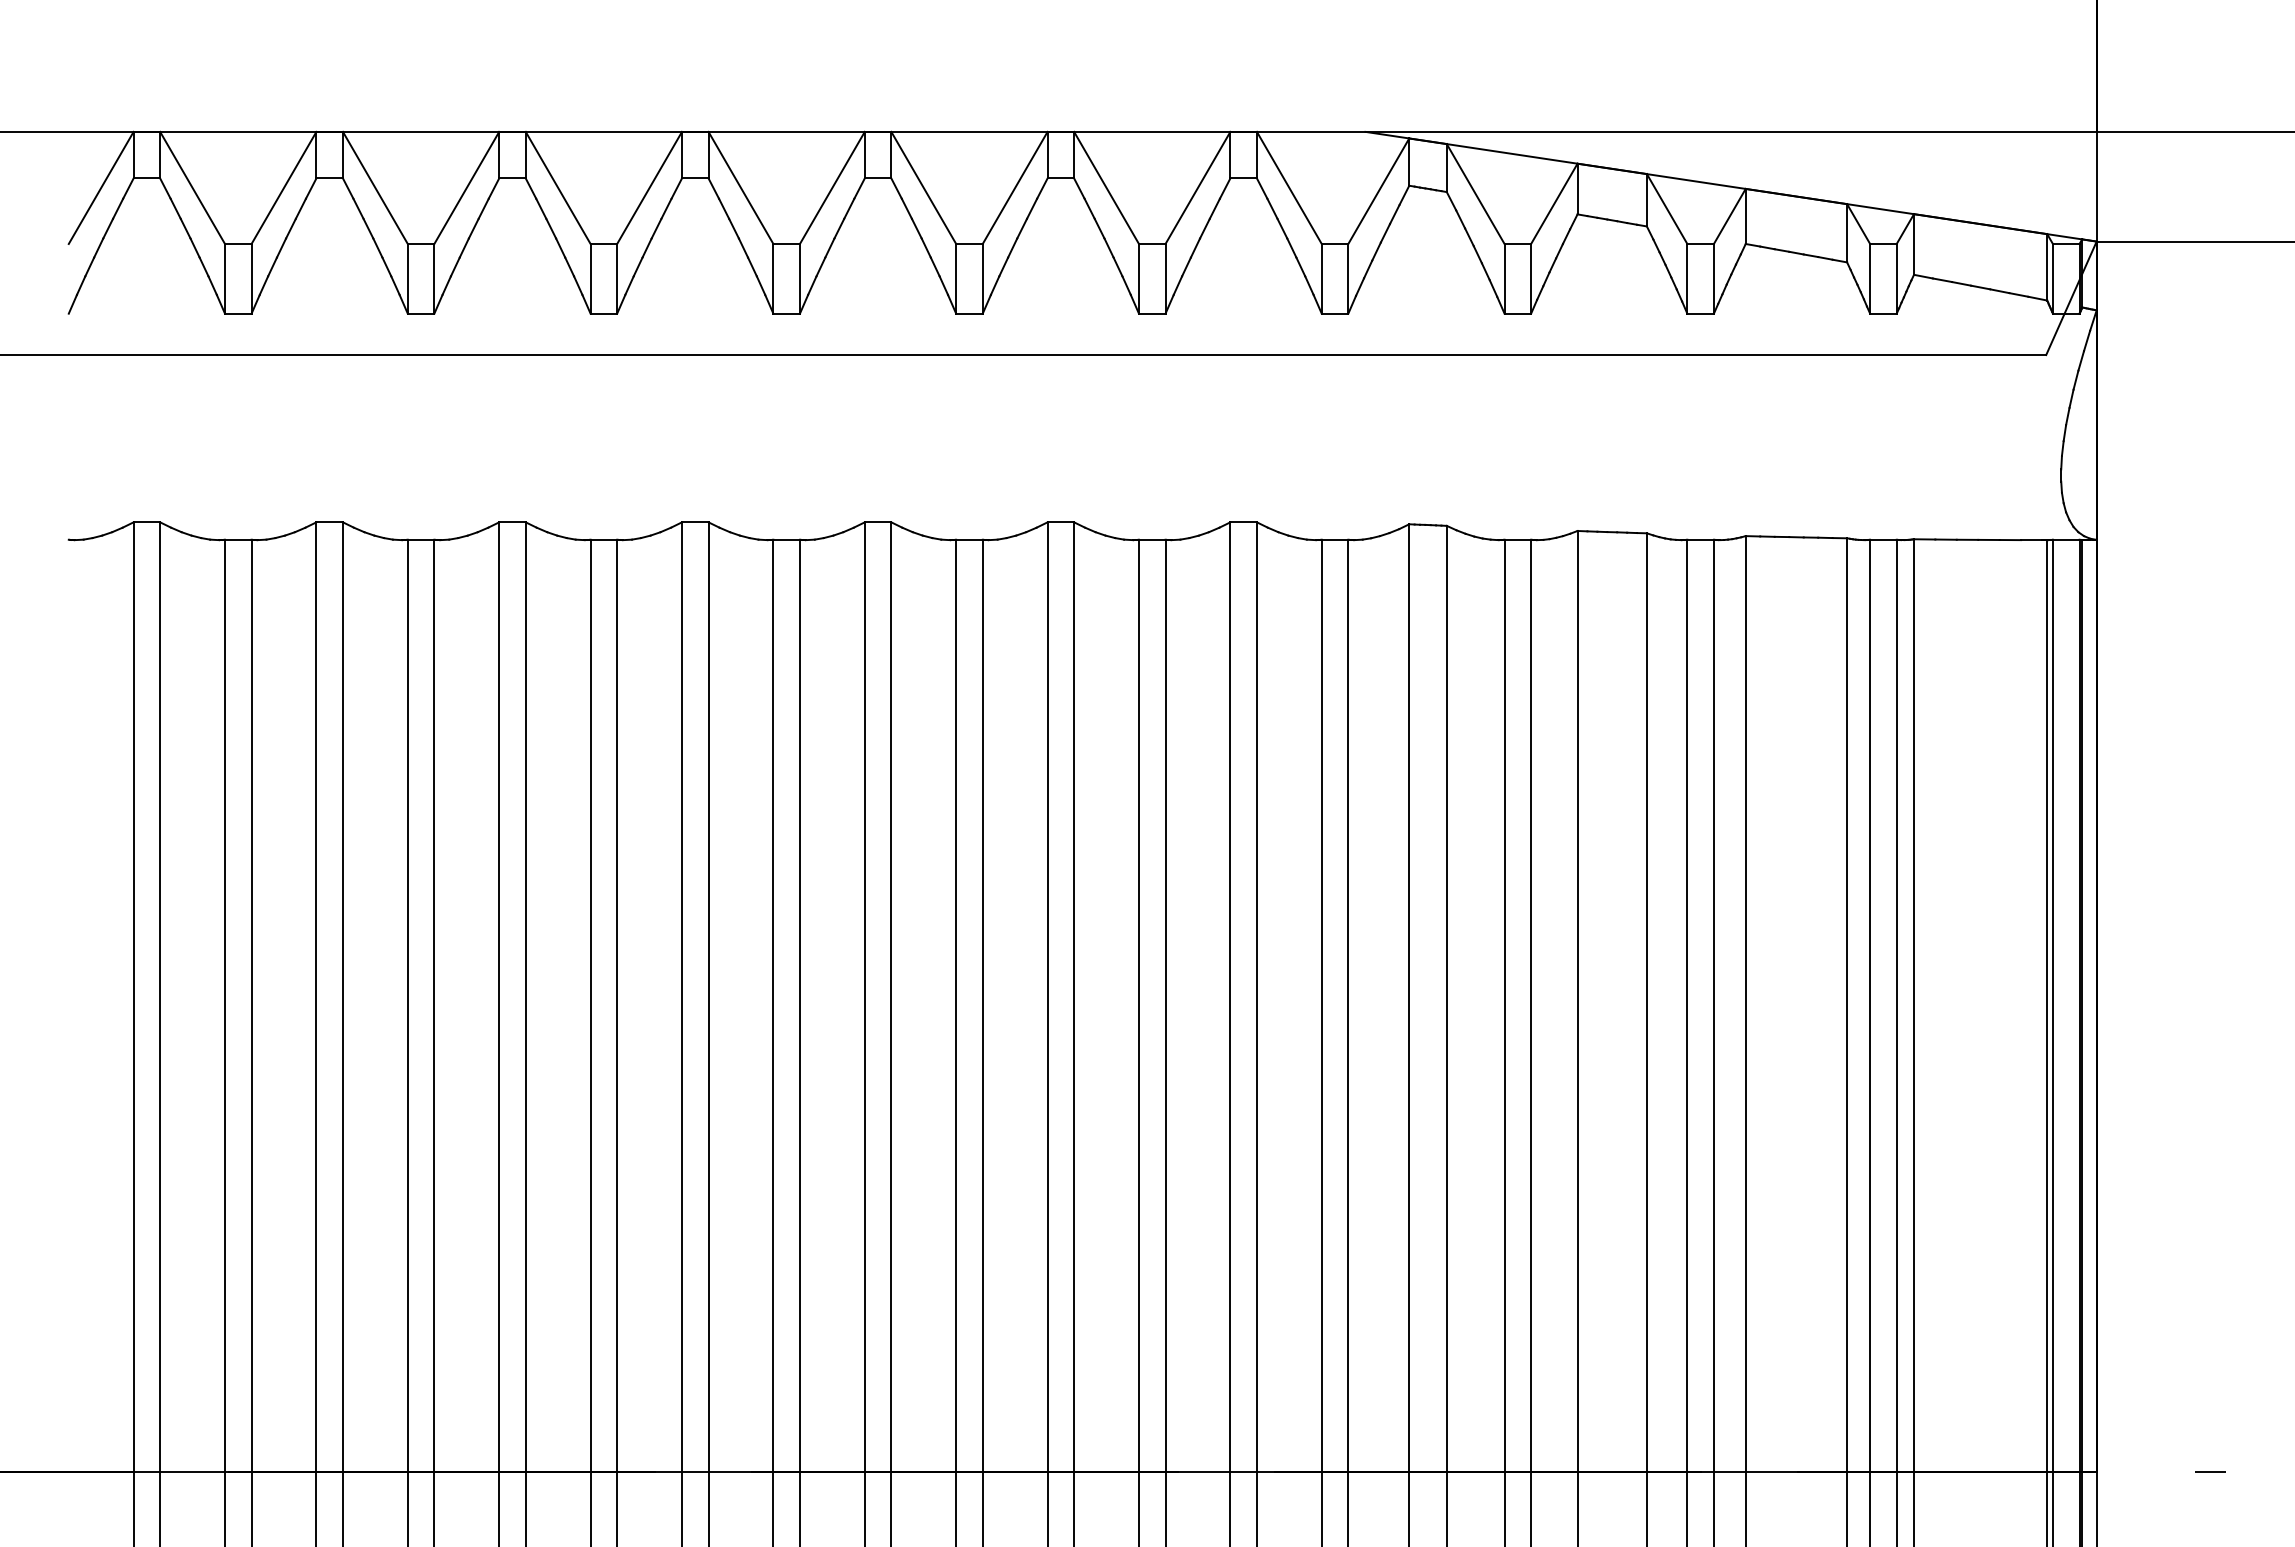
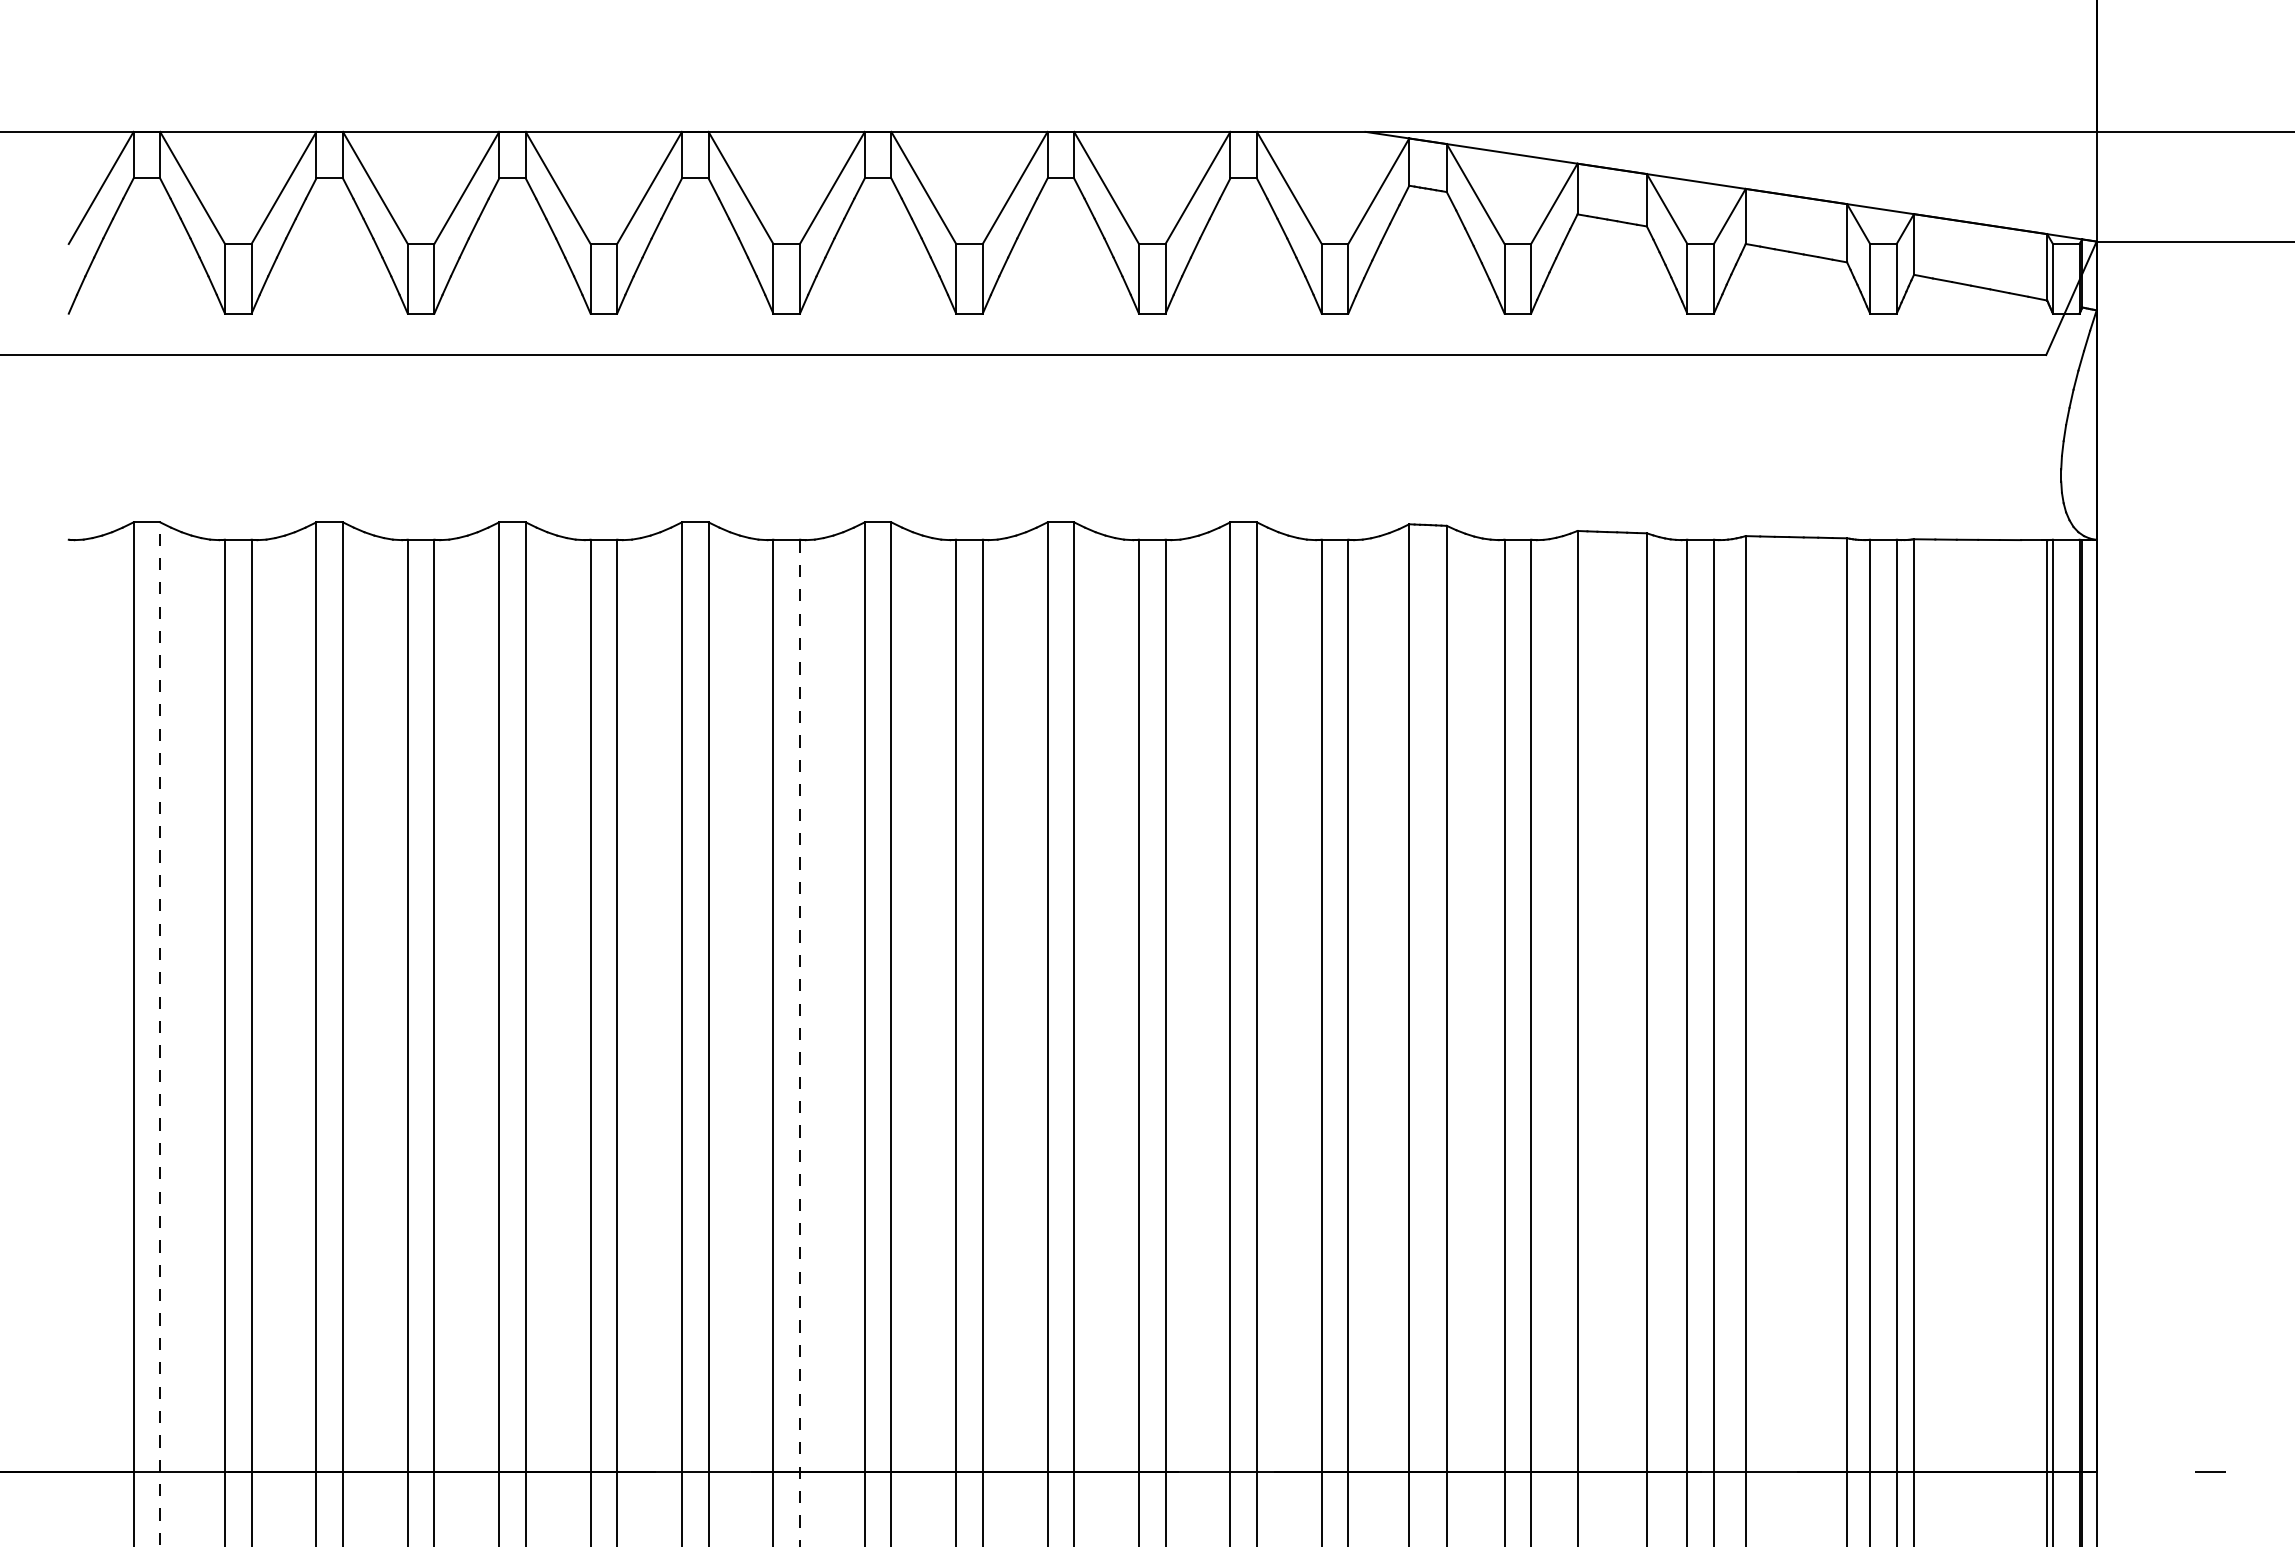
line at (160, 1034): solid -> dashed
line at (799, 1042): solid -> dashed
